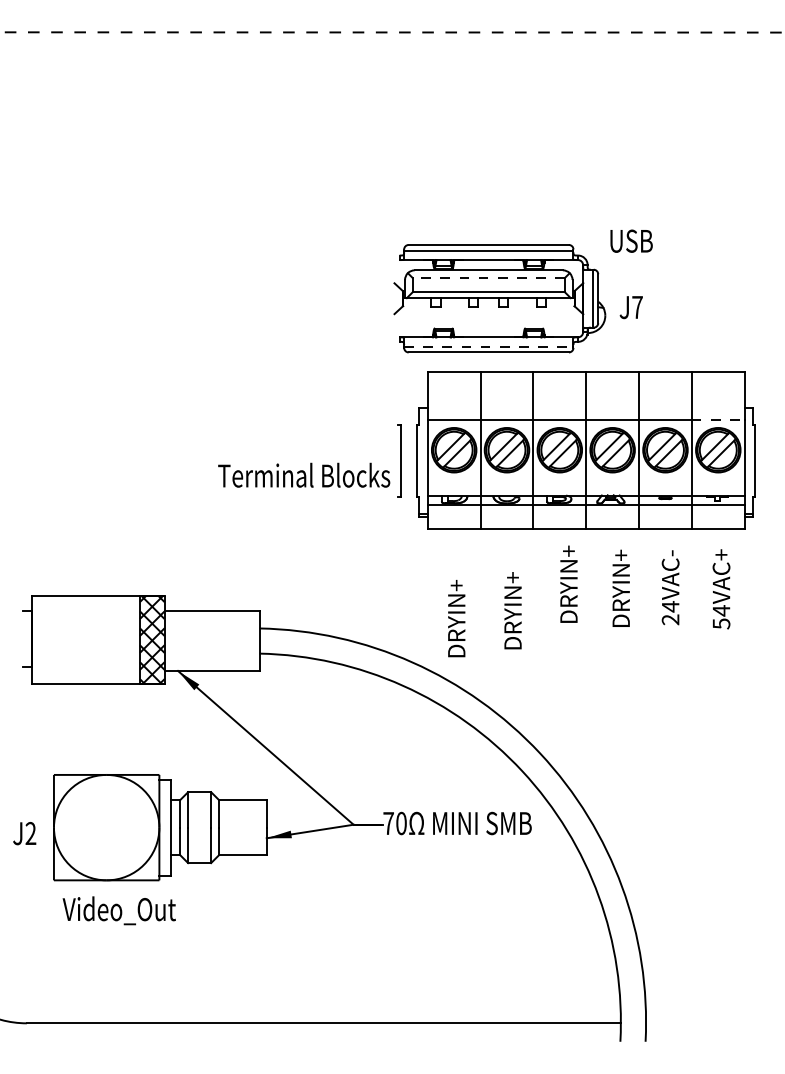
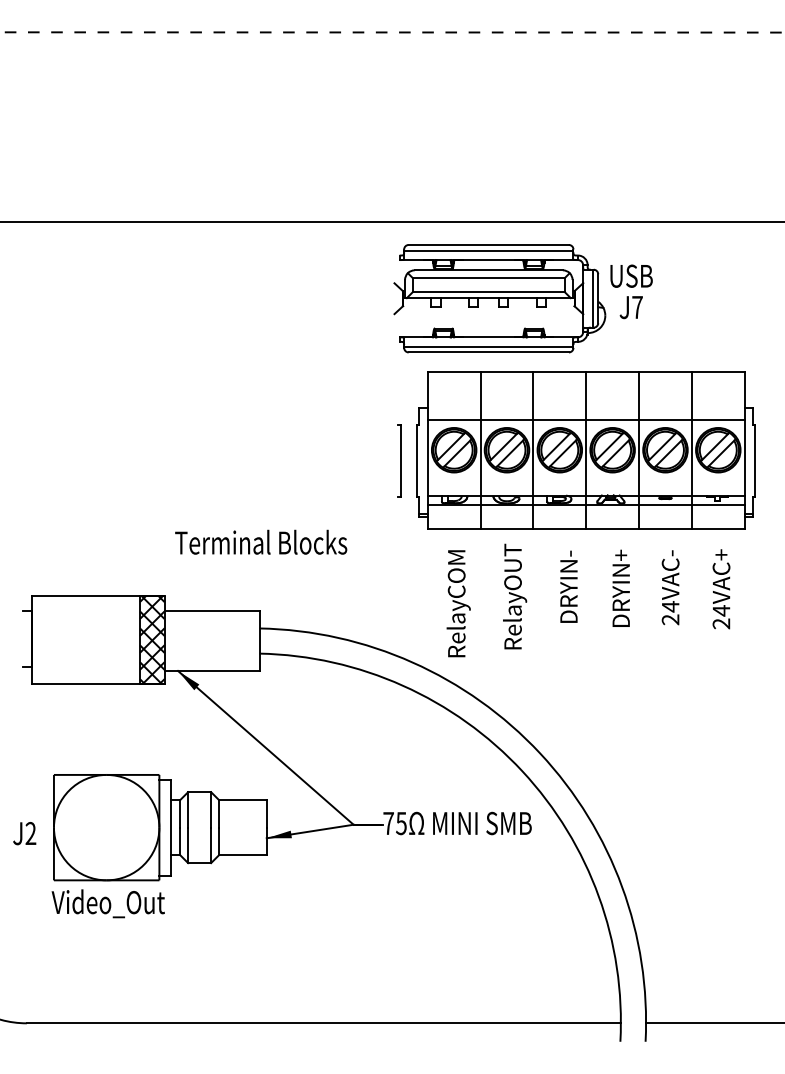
line at (391, 222): none -> present
text at (631, 240) position: (631, 240) -> (631, 275)
line at (488, 277): dashed -> solid
line at (488, 346): dashed -> solid
line at (718, 420): dashed -> solid
text at (304, 474) position: (304, 474) -> (261, 541)
text at (568, 550): DRYIN+ -> DRYIN-
text at (515, 595): DRYIN+ -> RelayOUT
text at (458, 602): DRYIN+ -> RelayCOM
text at (721, 623): 54VAC+ -> 24VAC+
text at (401, 823): 70 -> 75
text at (118, 910) position: (118, 910) -> (107, 903)
line at (713, 1023): none -> present
